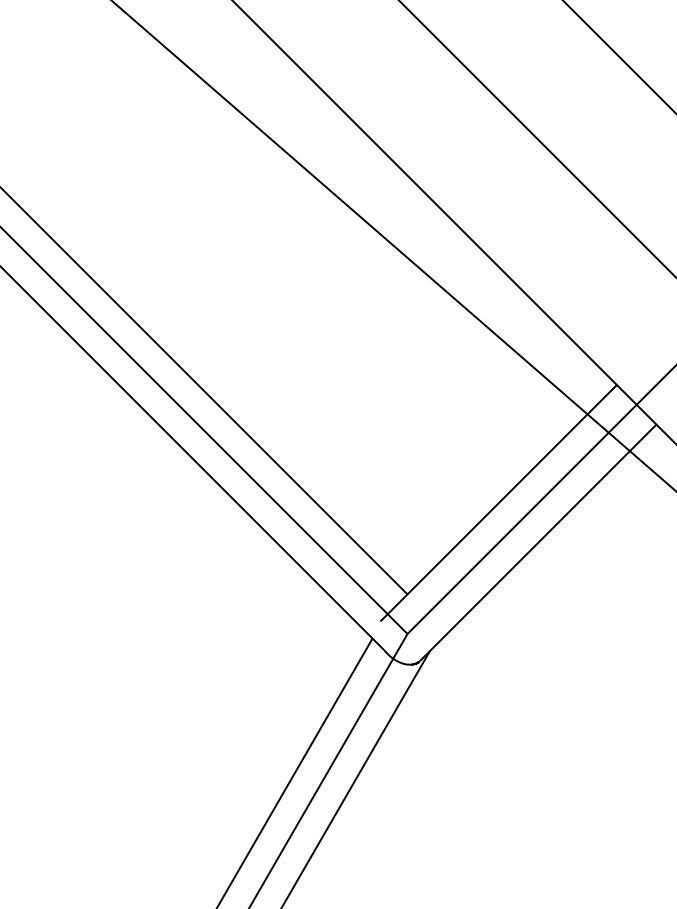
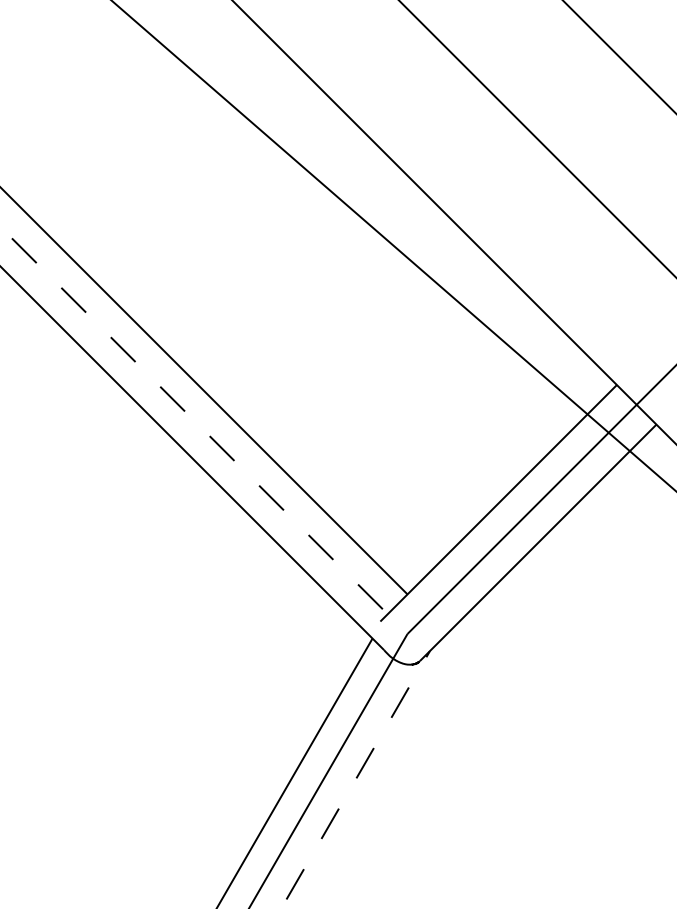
line at (203, 430): solid -> dashed
line at (355, 779): solid -> dashed
